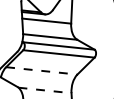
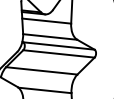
line at (41, 70): dashed -> solid
line at (45, 90): dashed -> solid
